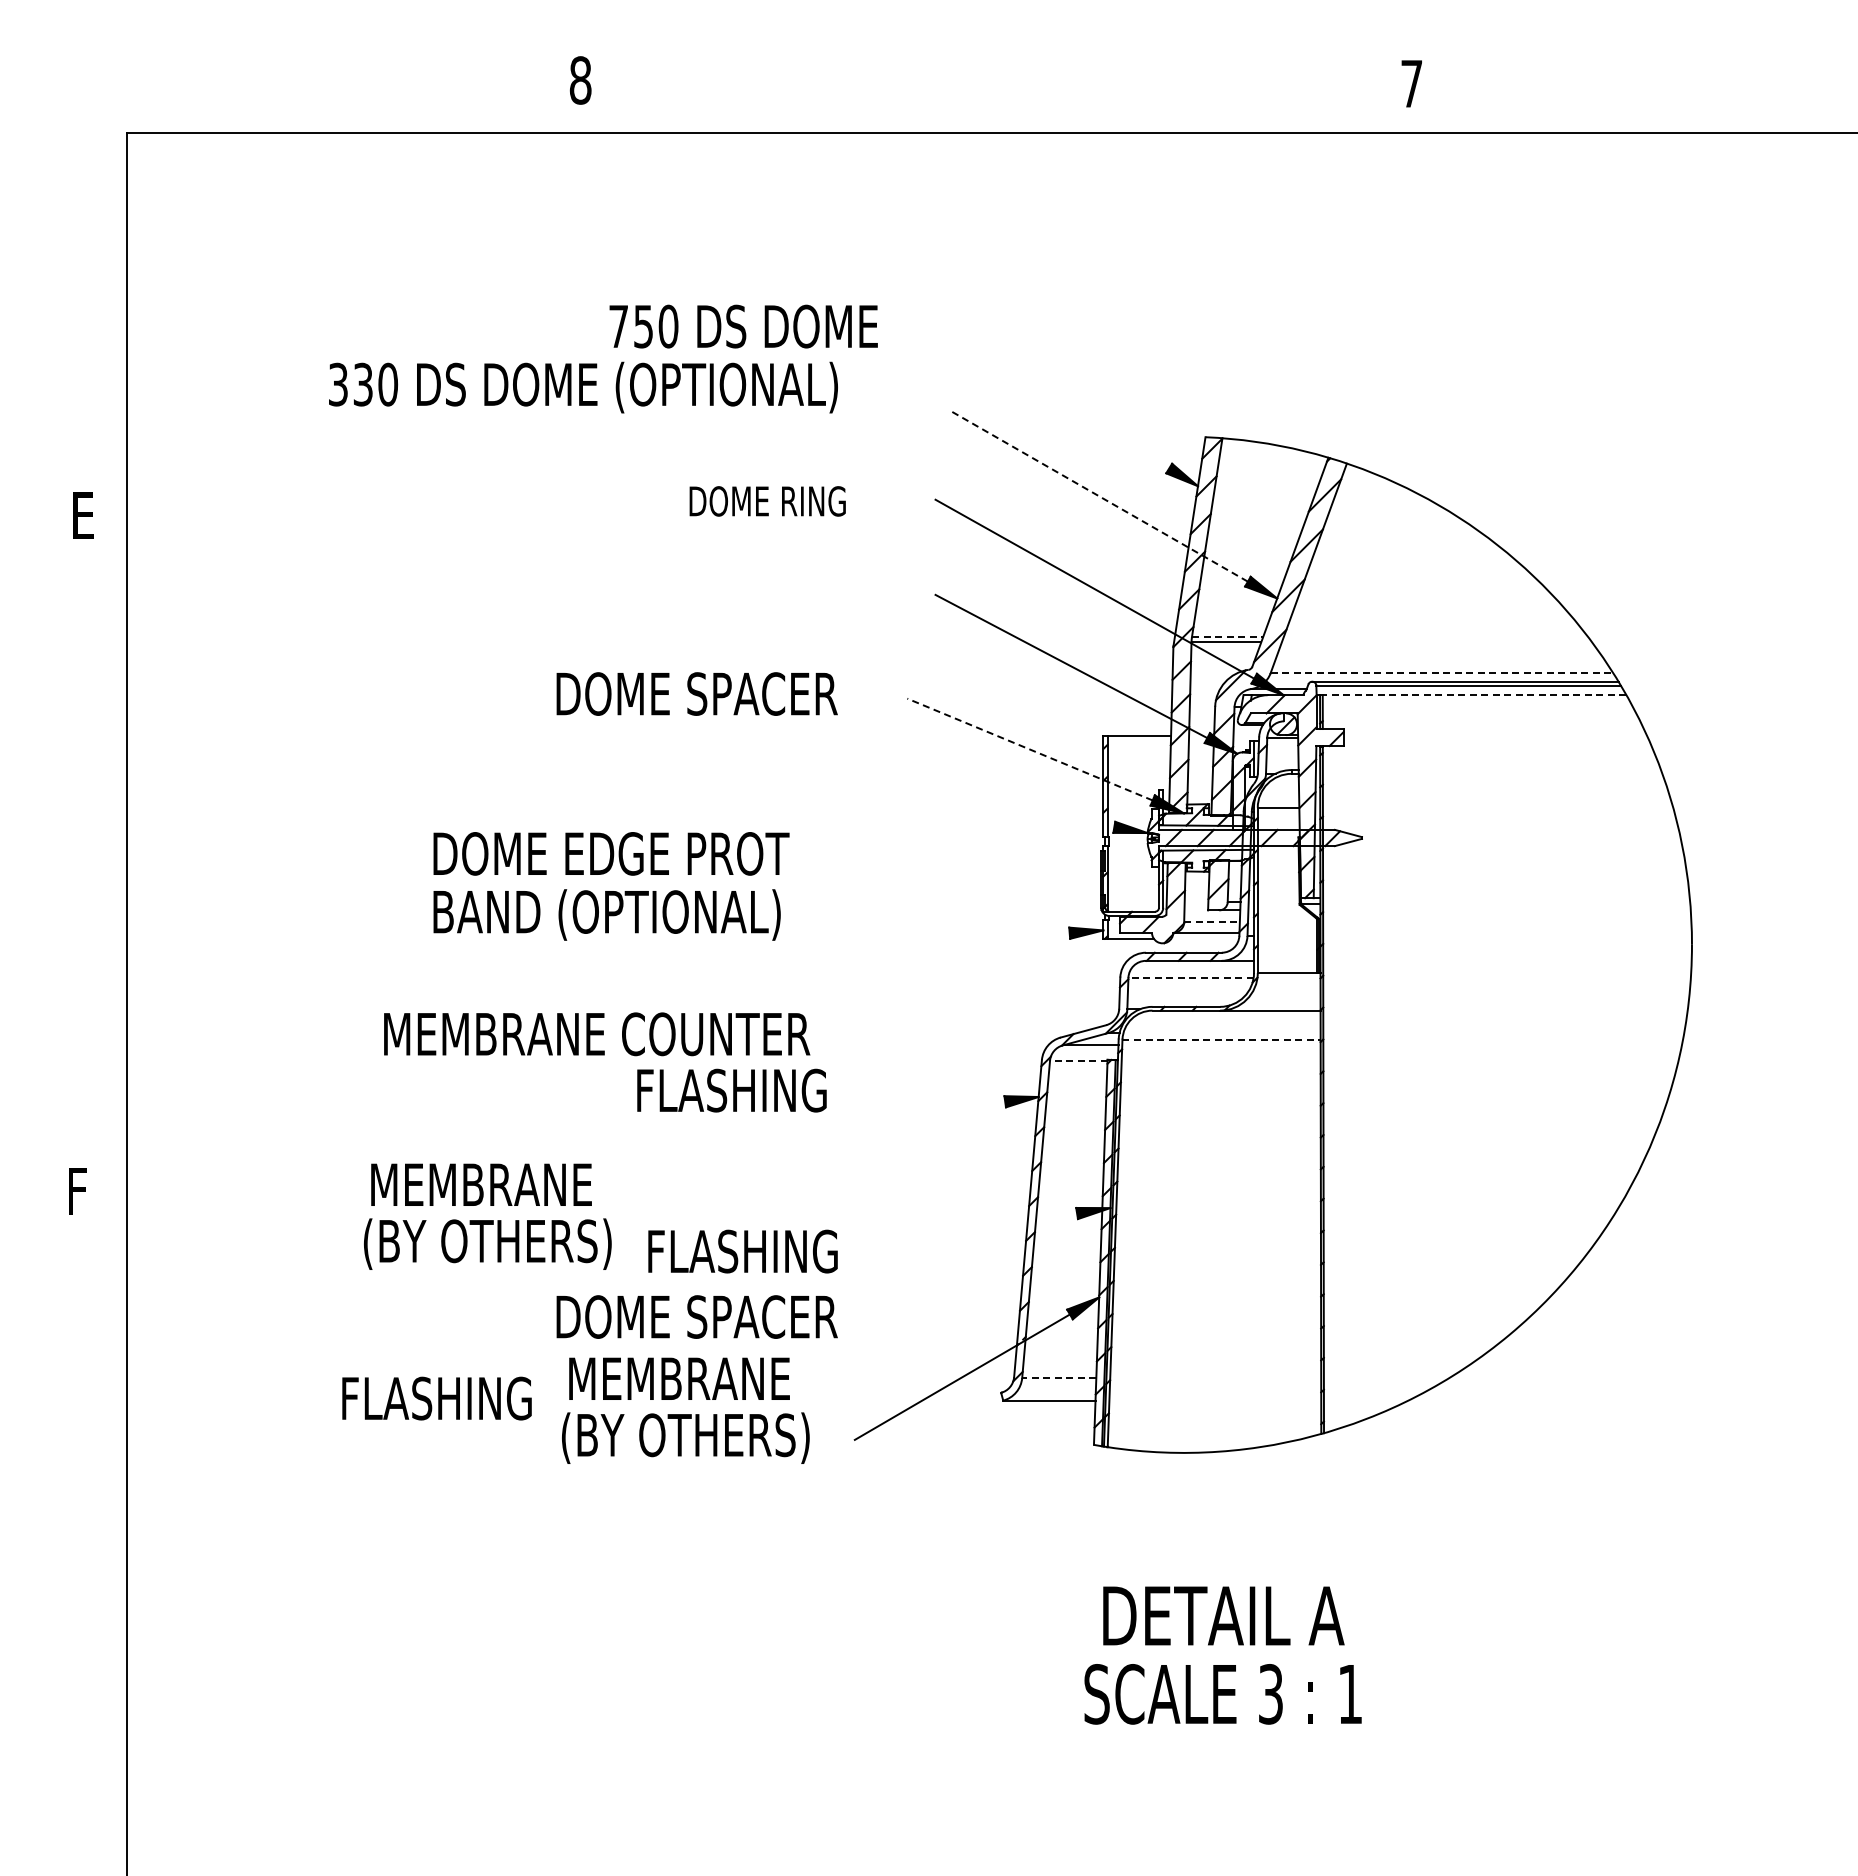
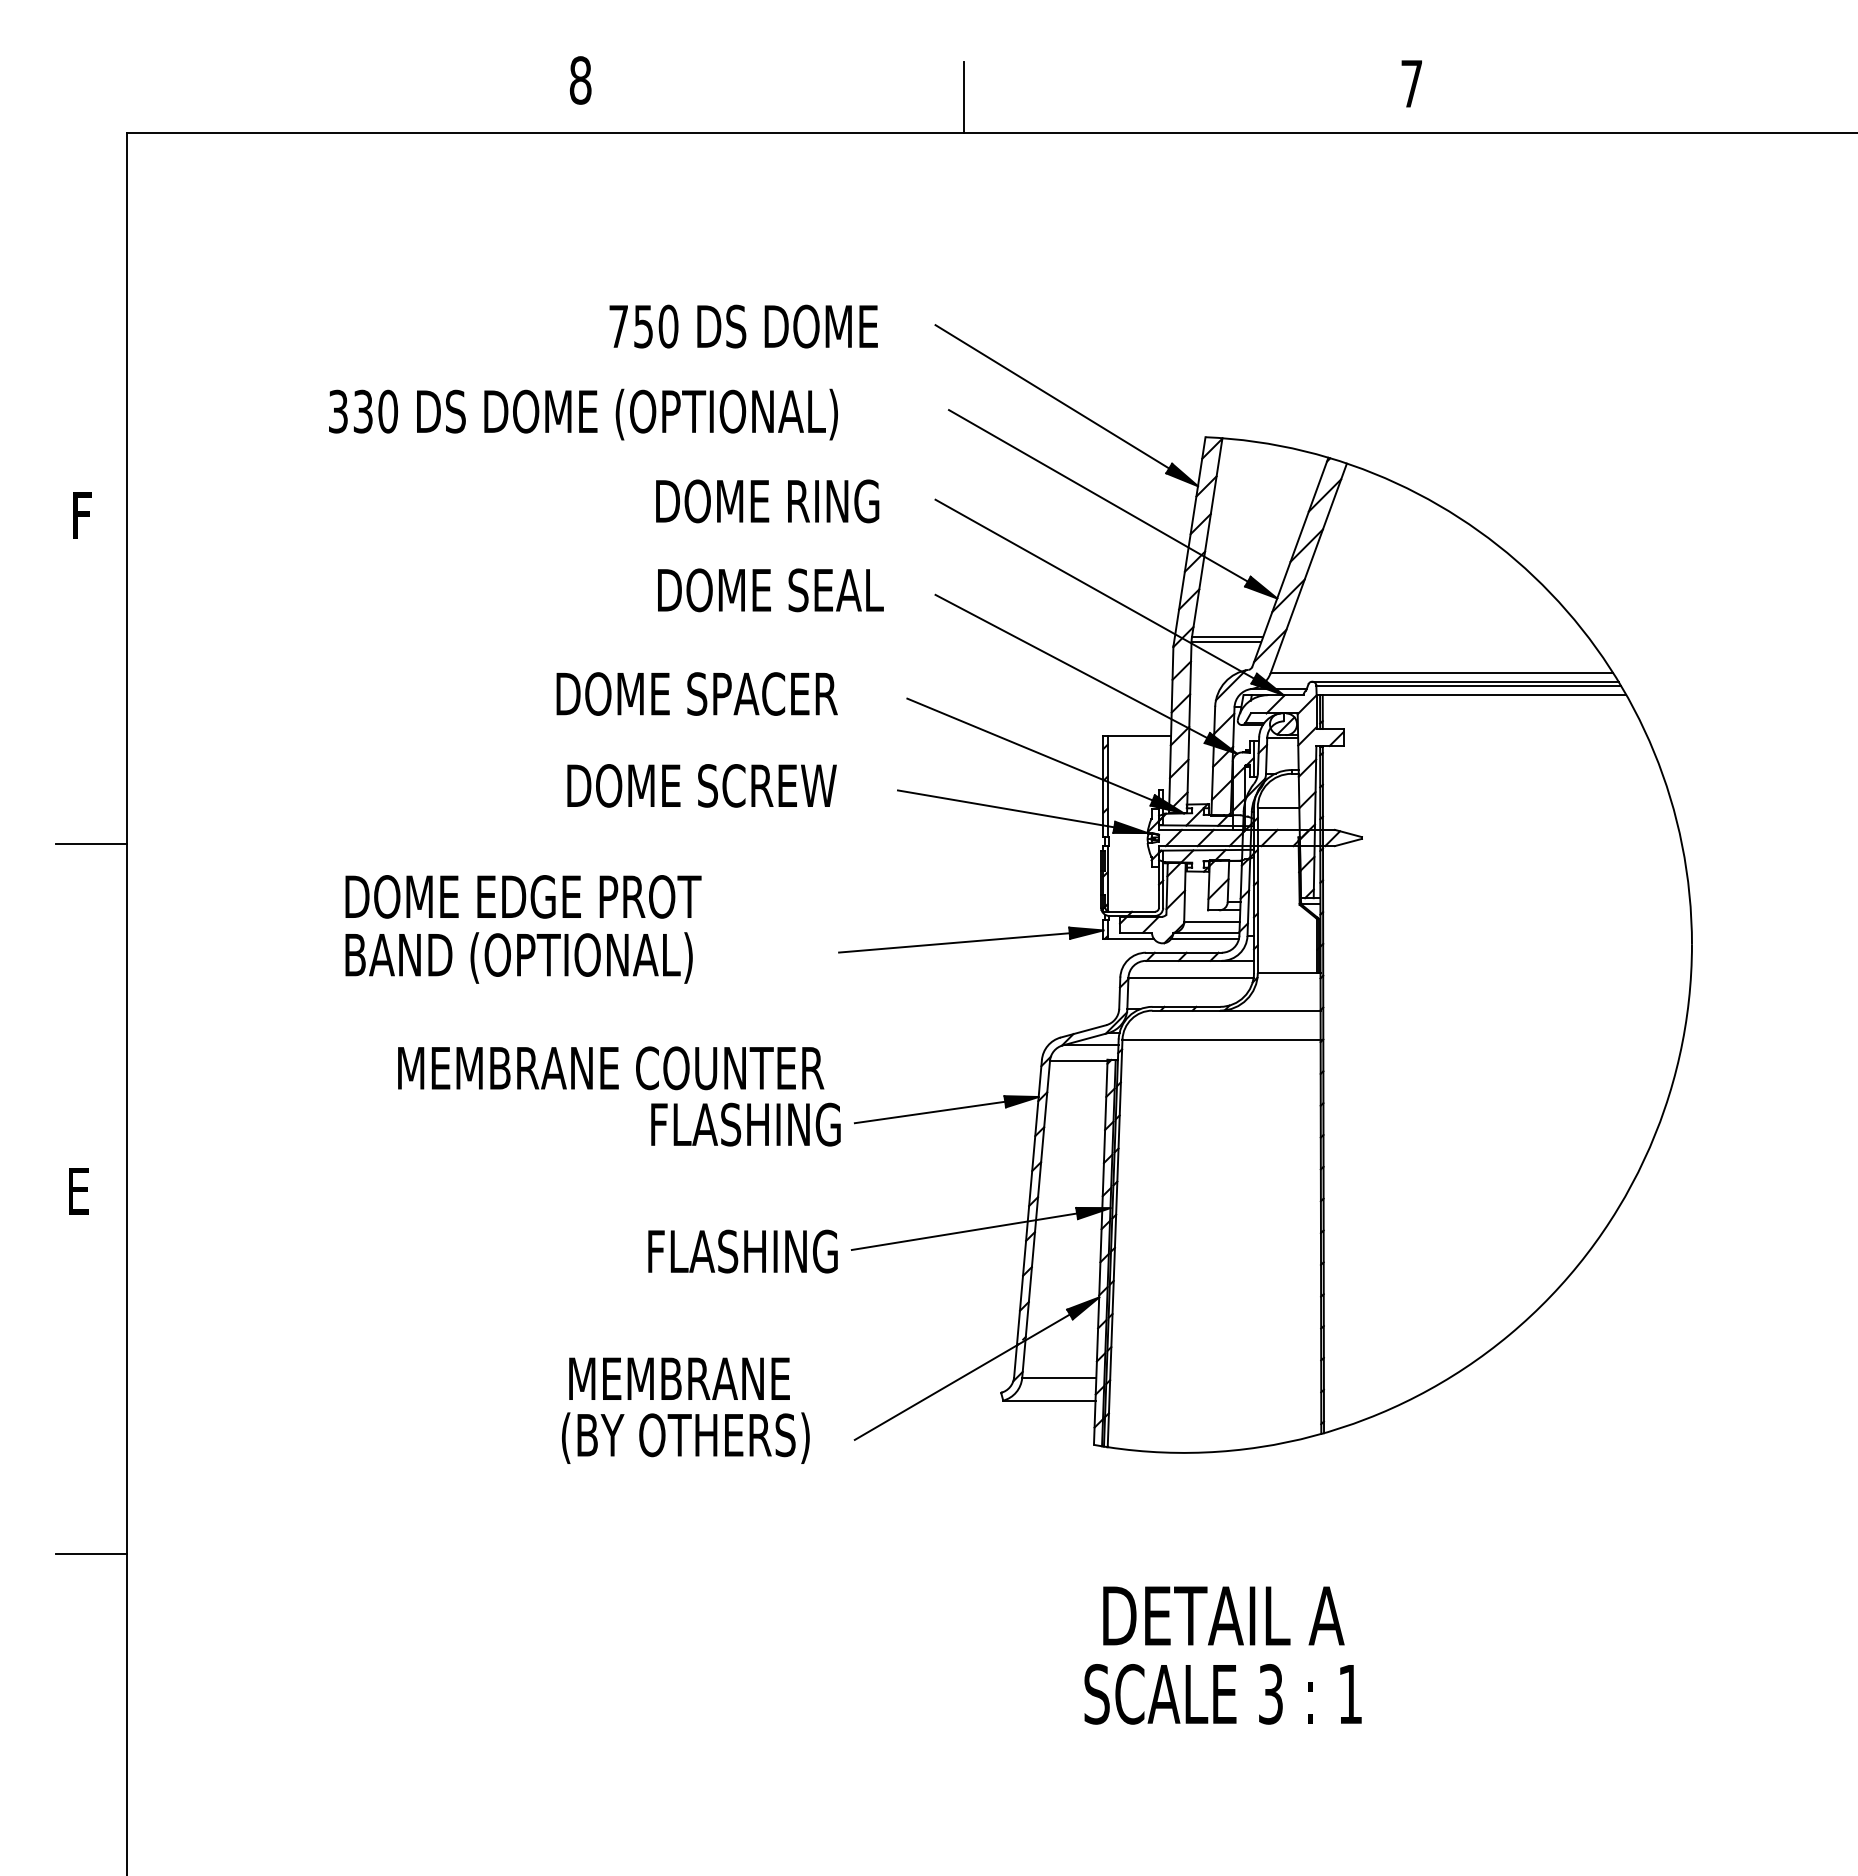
line at (964, 97): none -> present
part at (583, 387) position: (583, 387) -> (583, 414)
line at (1052, 396): none -> present
line at (1098, 495): dashed -> solid
part at (767, 501) size: 157x31 px -> 224x45 px
text at (85, 515): E -> F
part at (770, 590): none -> present
line at (1227, 637): dashed -> solid
line at (1442, 673): dashed -> solid
line at (1474, 695): dashed -> solid
line at (1030, 749): dashed -> solid
part at (701, 785): none -> present
line at (1005, 808): none -> present
line at (90, 843): none -> present
part at (611, 886) position: (611, 886) -> (523, 929)
line at (1212, 922): dashed -> solid
line at (1204, 938): none -> present
line at (954, 942): none -> present
line at (1191, 977): dashed -> solid
line at (1222, 1039): dashed -> solid
part at (604, 1055) position: (604, 1055) -> (618, 1089)
line at (1078, 1060): dashed -> solid
line at (929, 1112): none -> present
text at (80, 1191): F -> E
part at (487, 1216): present -> none
line at (964, 1231): none -> present
part at (696, 1316): present -> none
line at (1058, 1378): dashed -> solid
part at (436, 1398): present -> none
line at (90, 1554): none -> present
